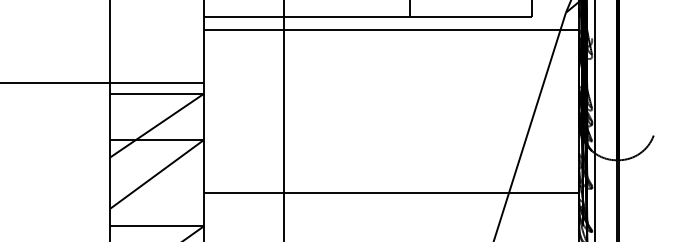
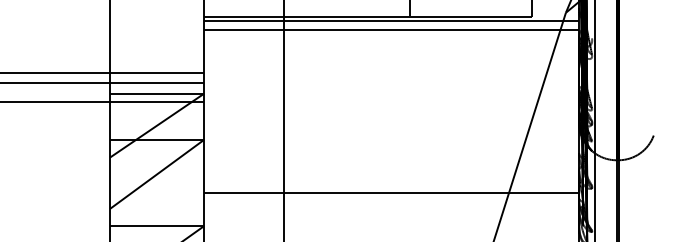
line at (391, 21): none -> present
line at (102, 73): none -> present
line at (102, 101): none -> present
